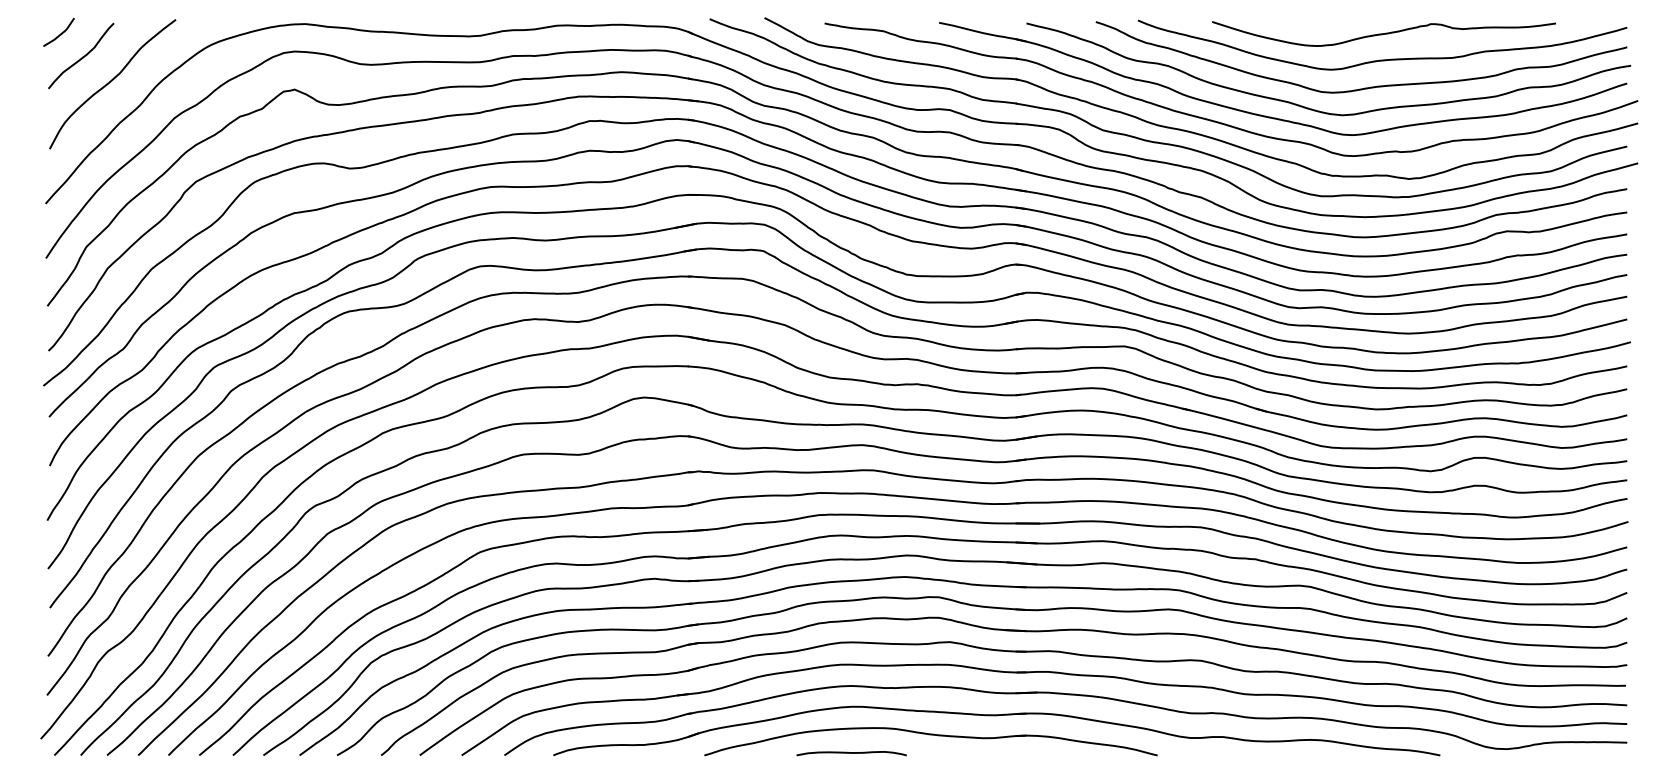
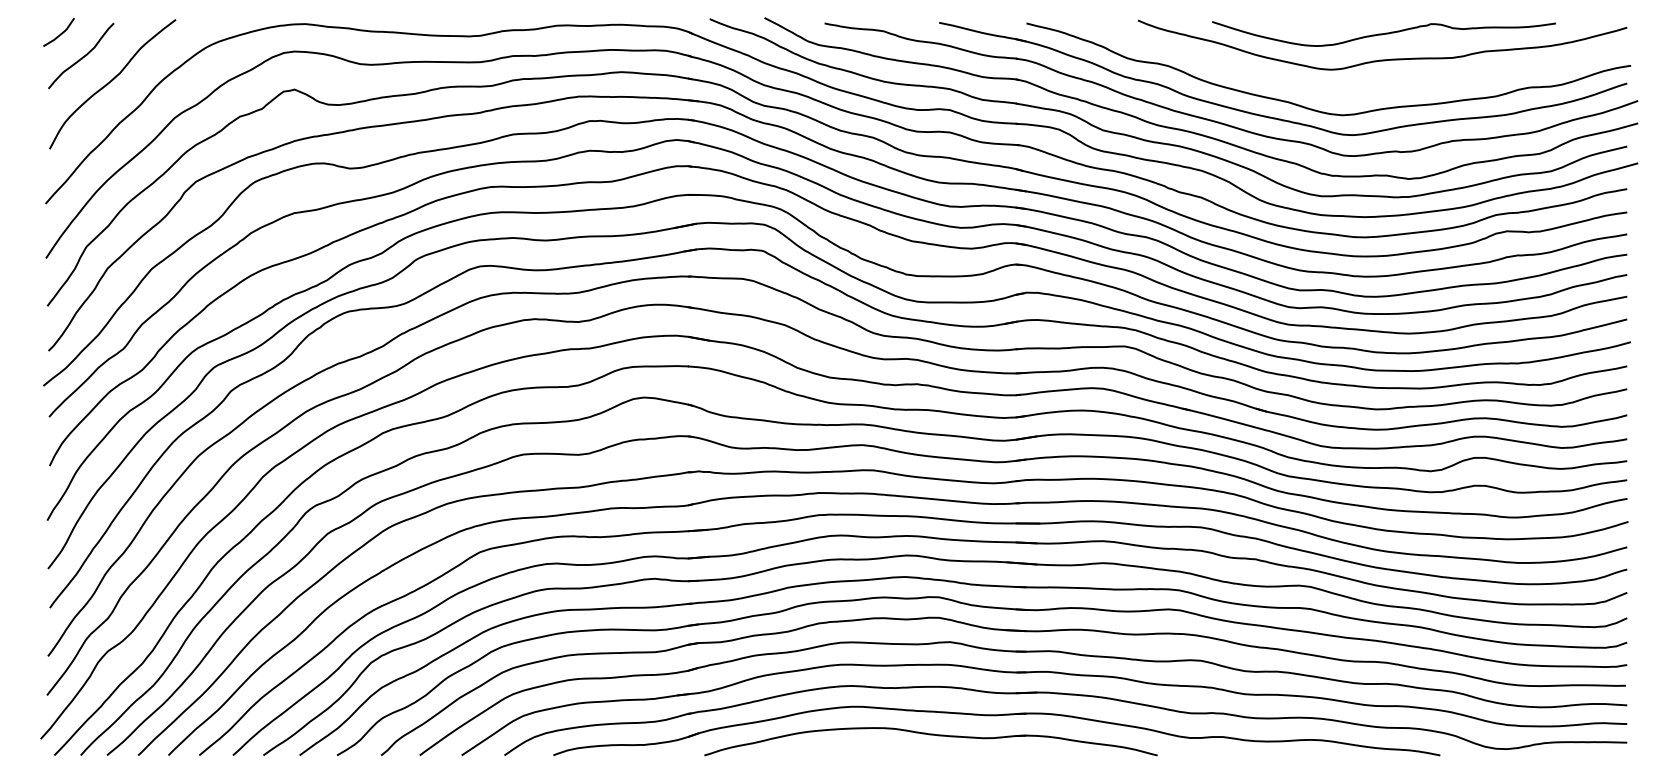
curve at (1364, 87): present -> none
curve at (851, 753): present -> none
